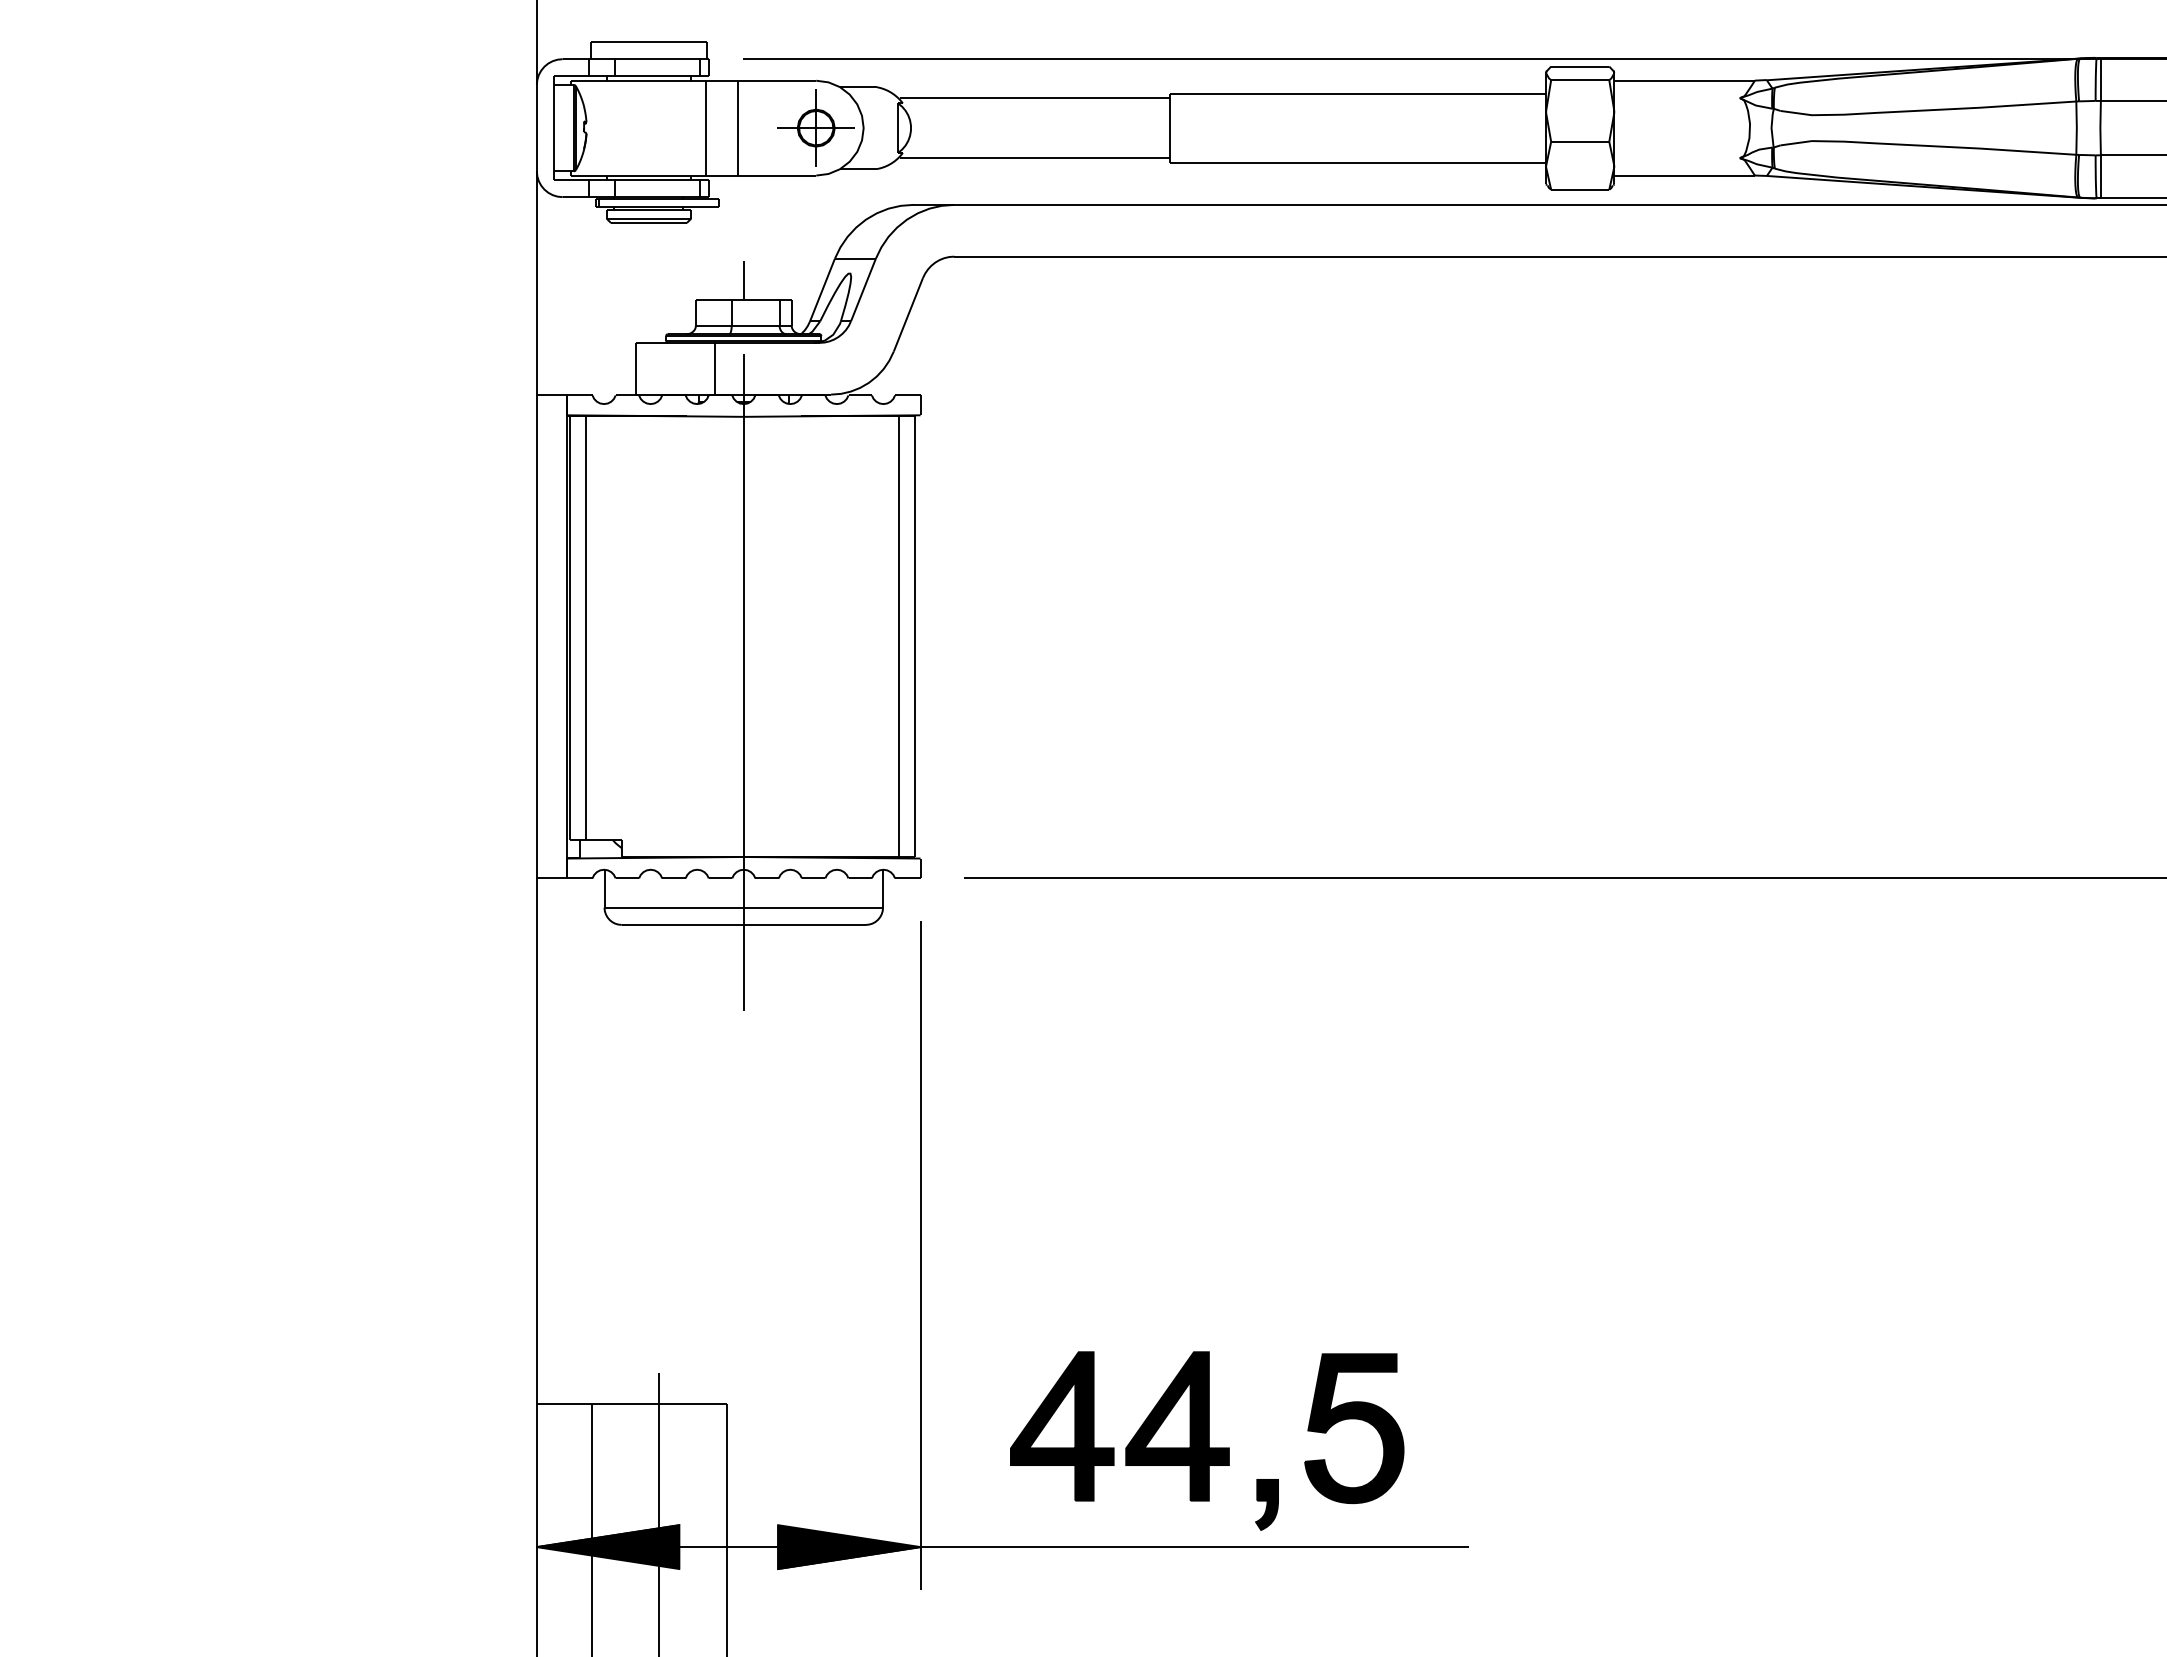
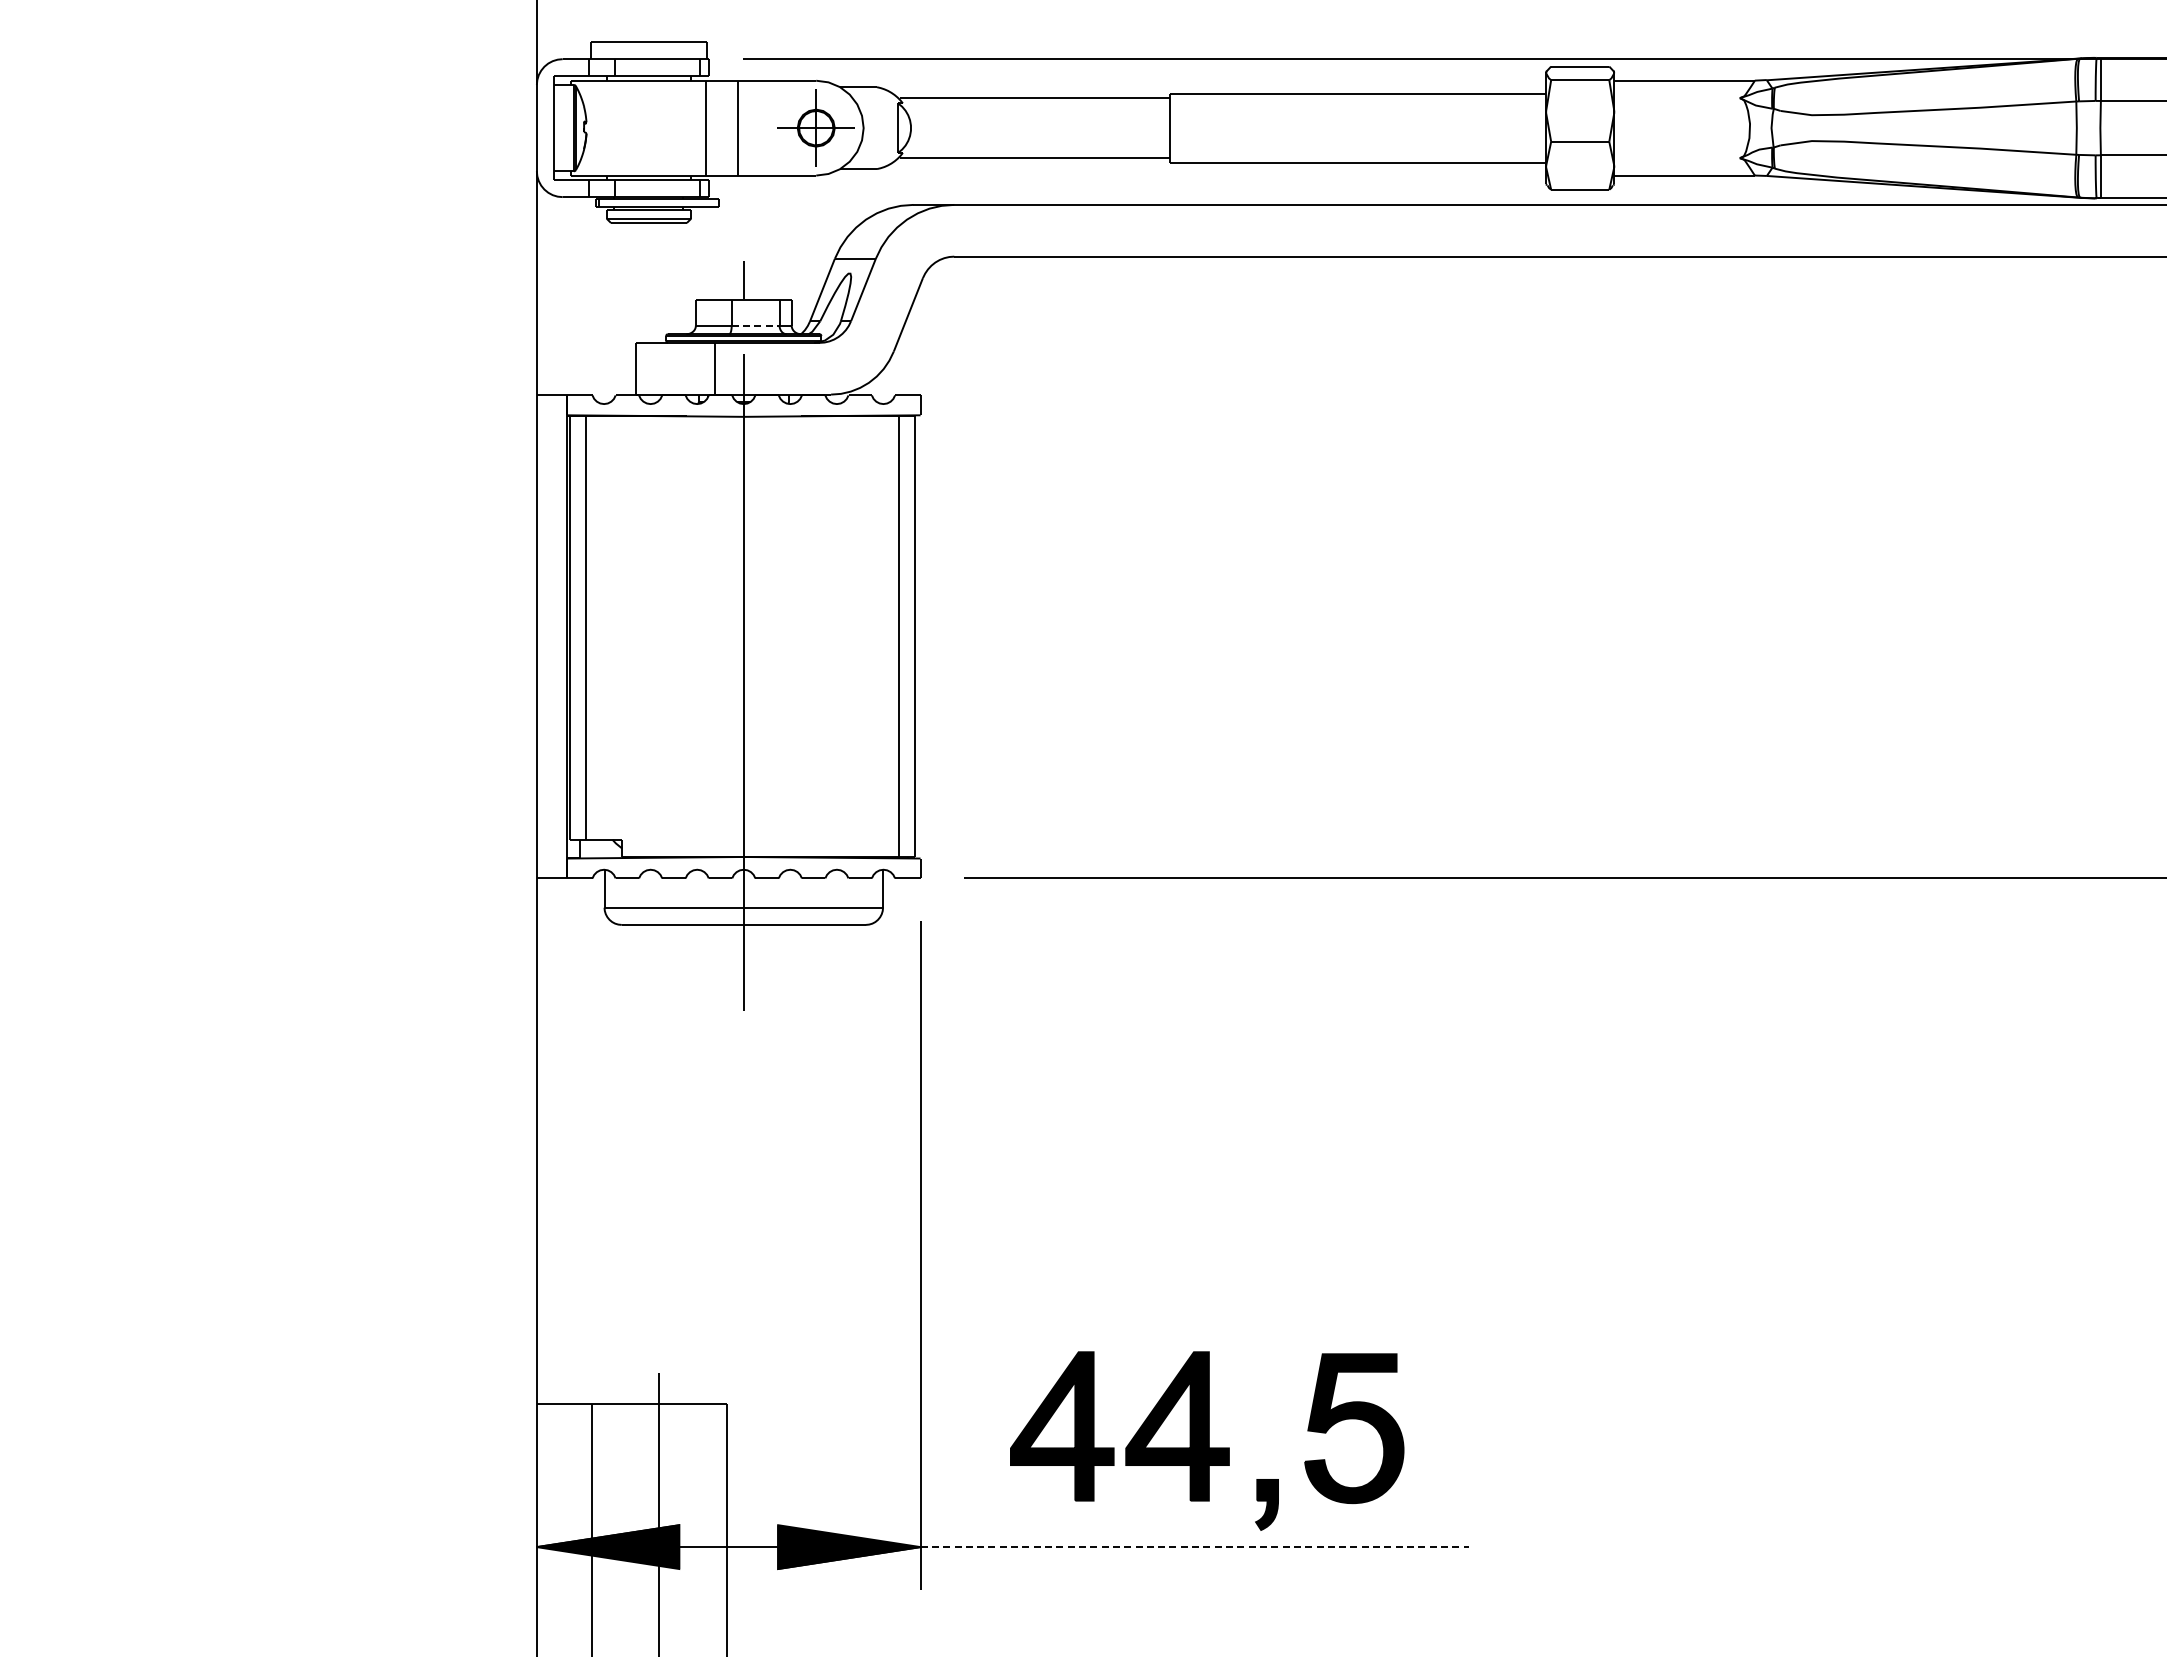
line at (755, 325): solid -> dashed
line at (1195, 1547): solid -> dashed
